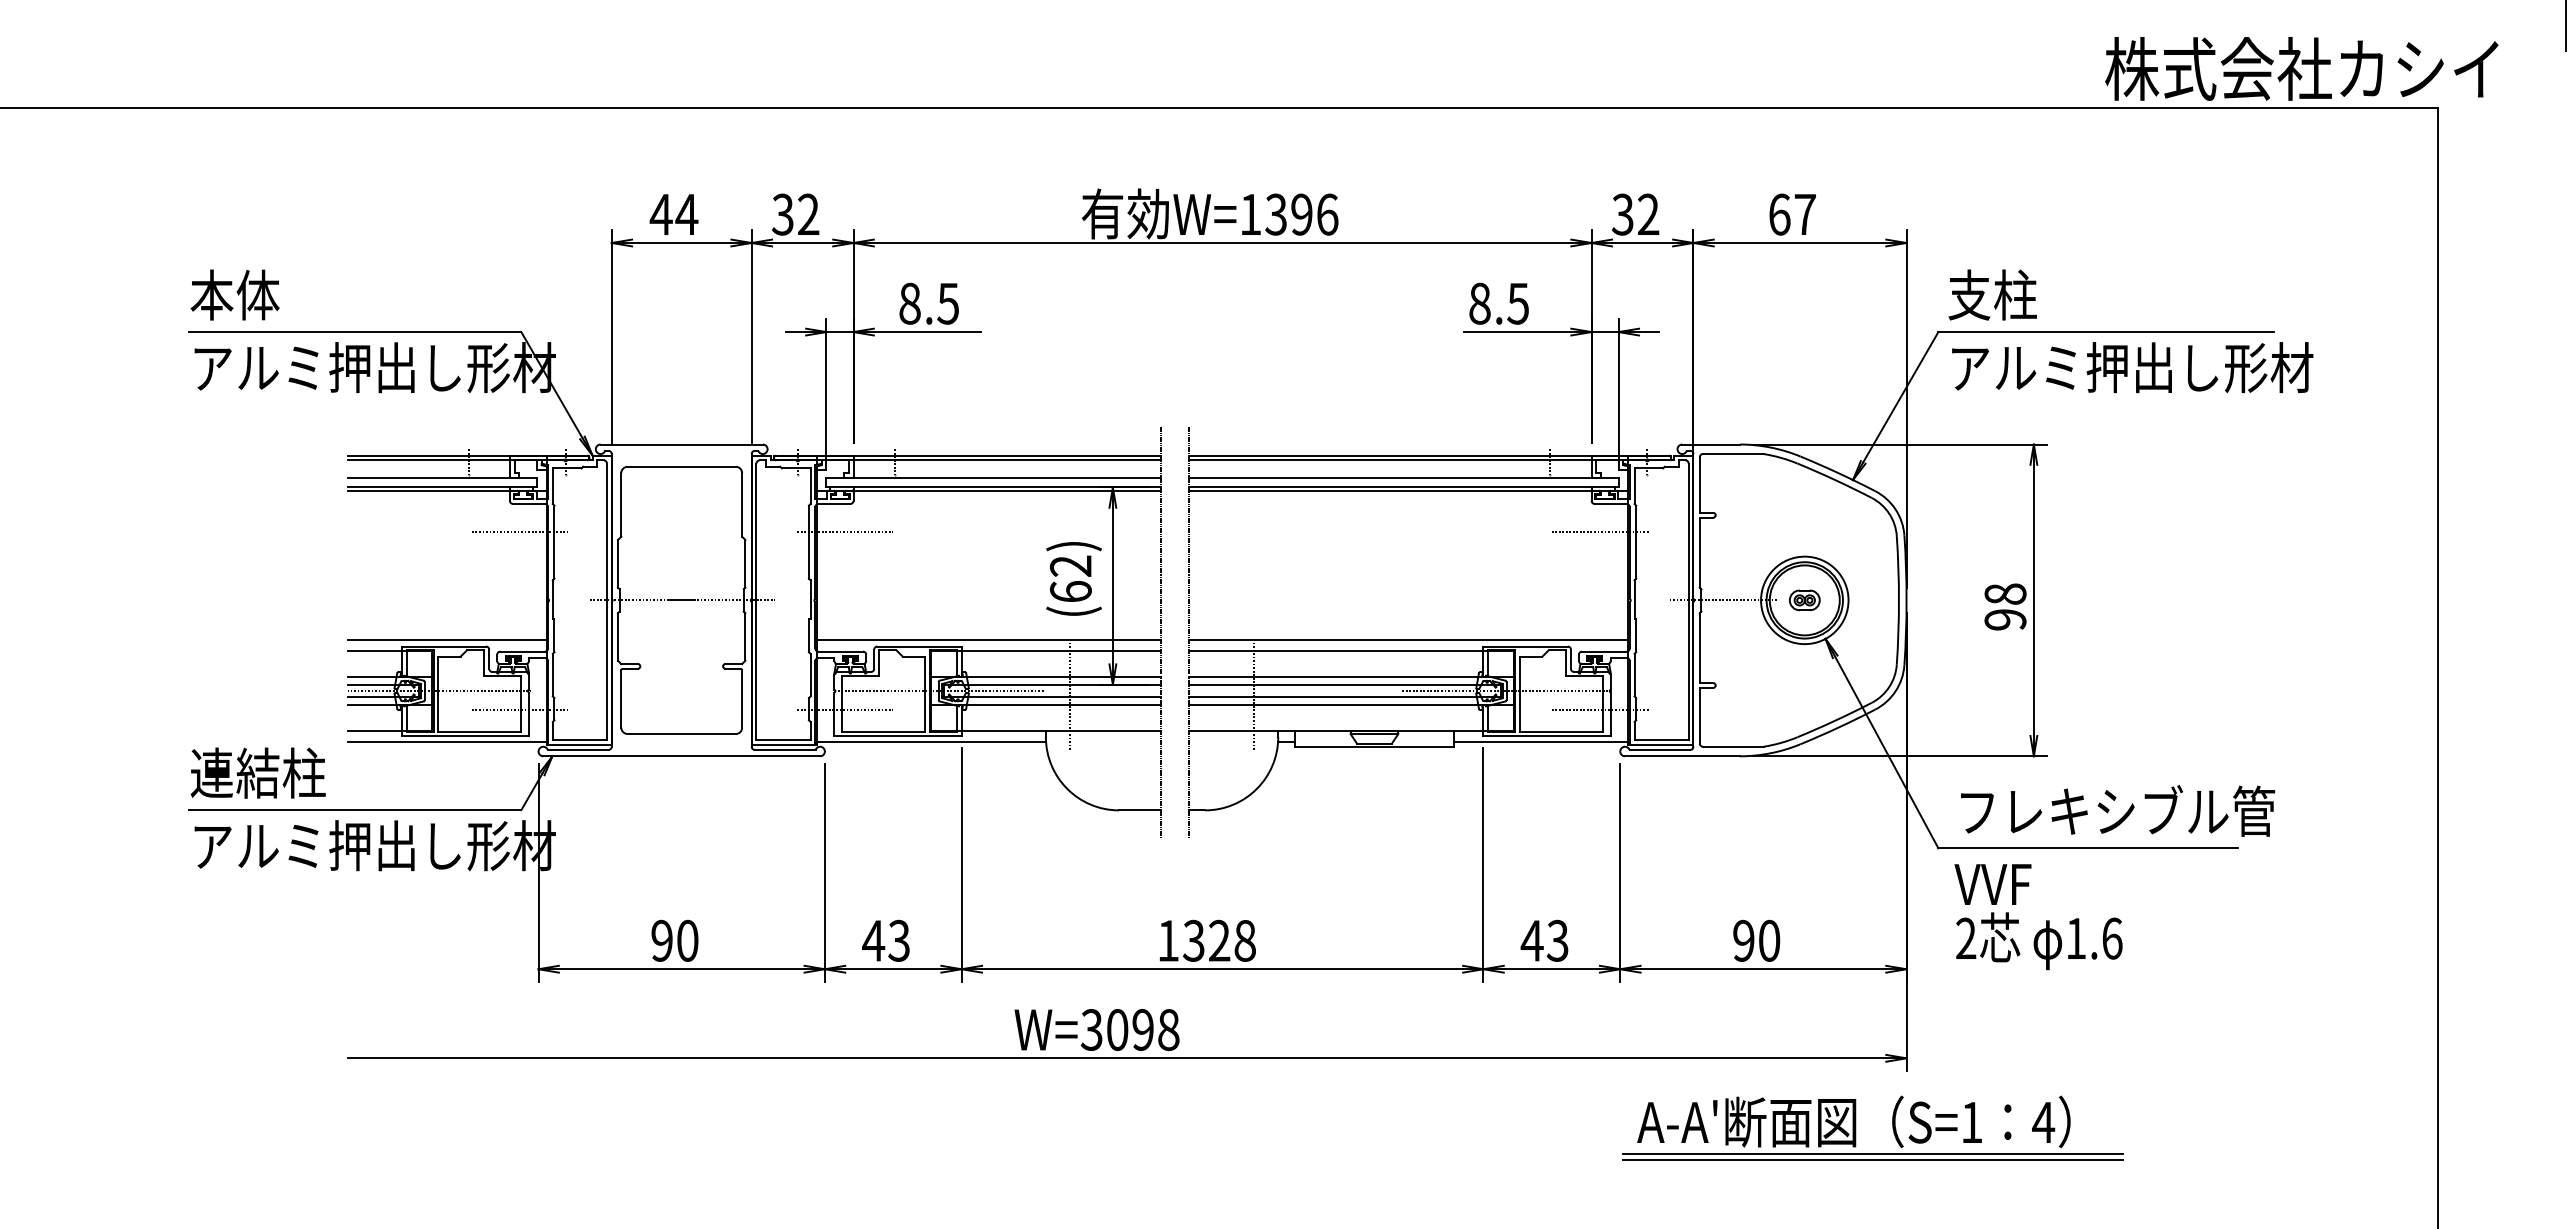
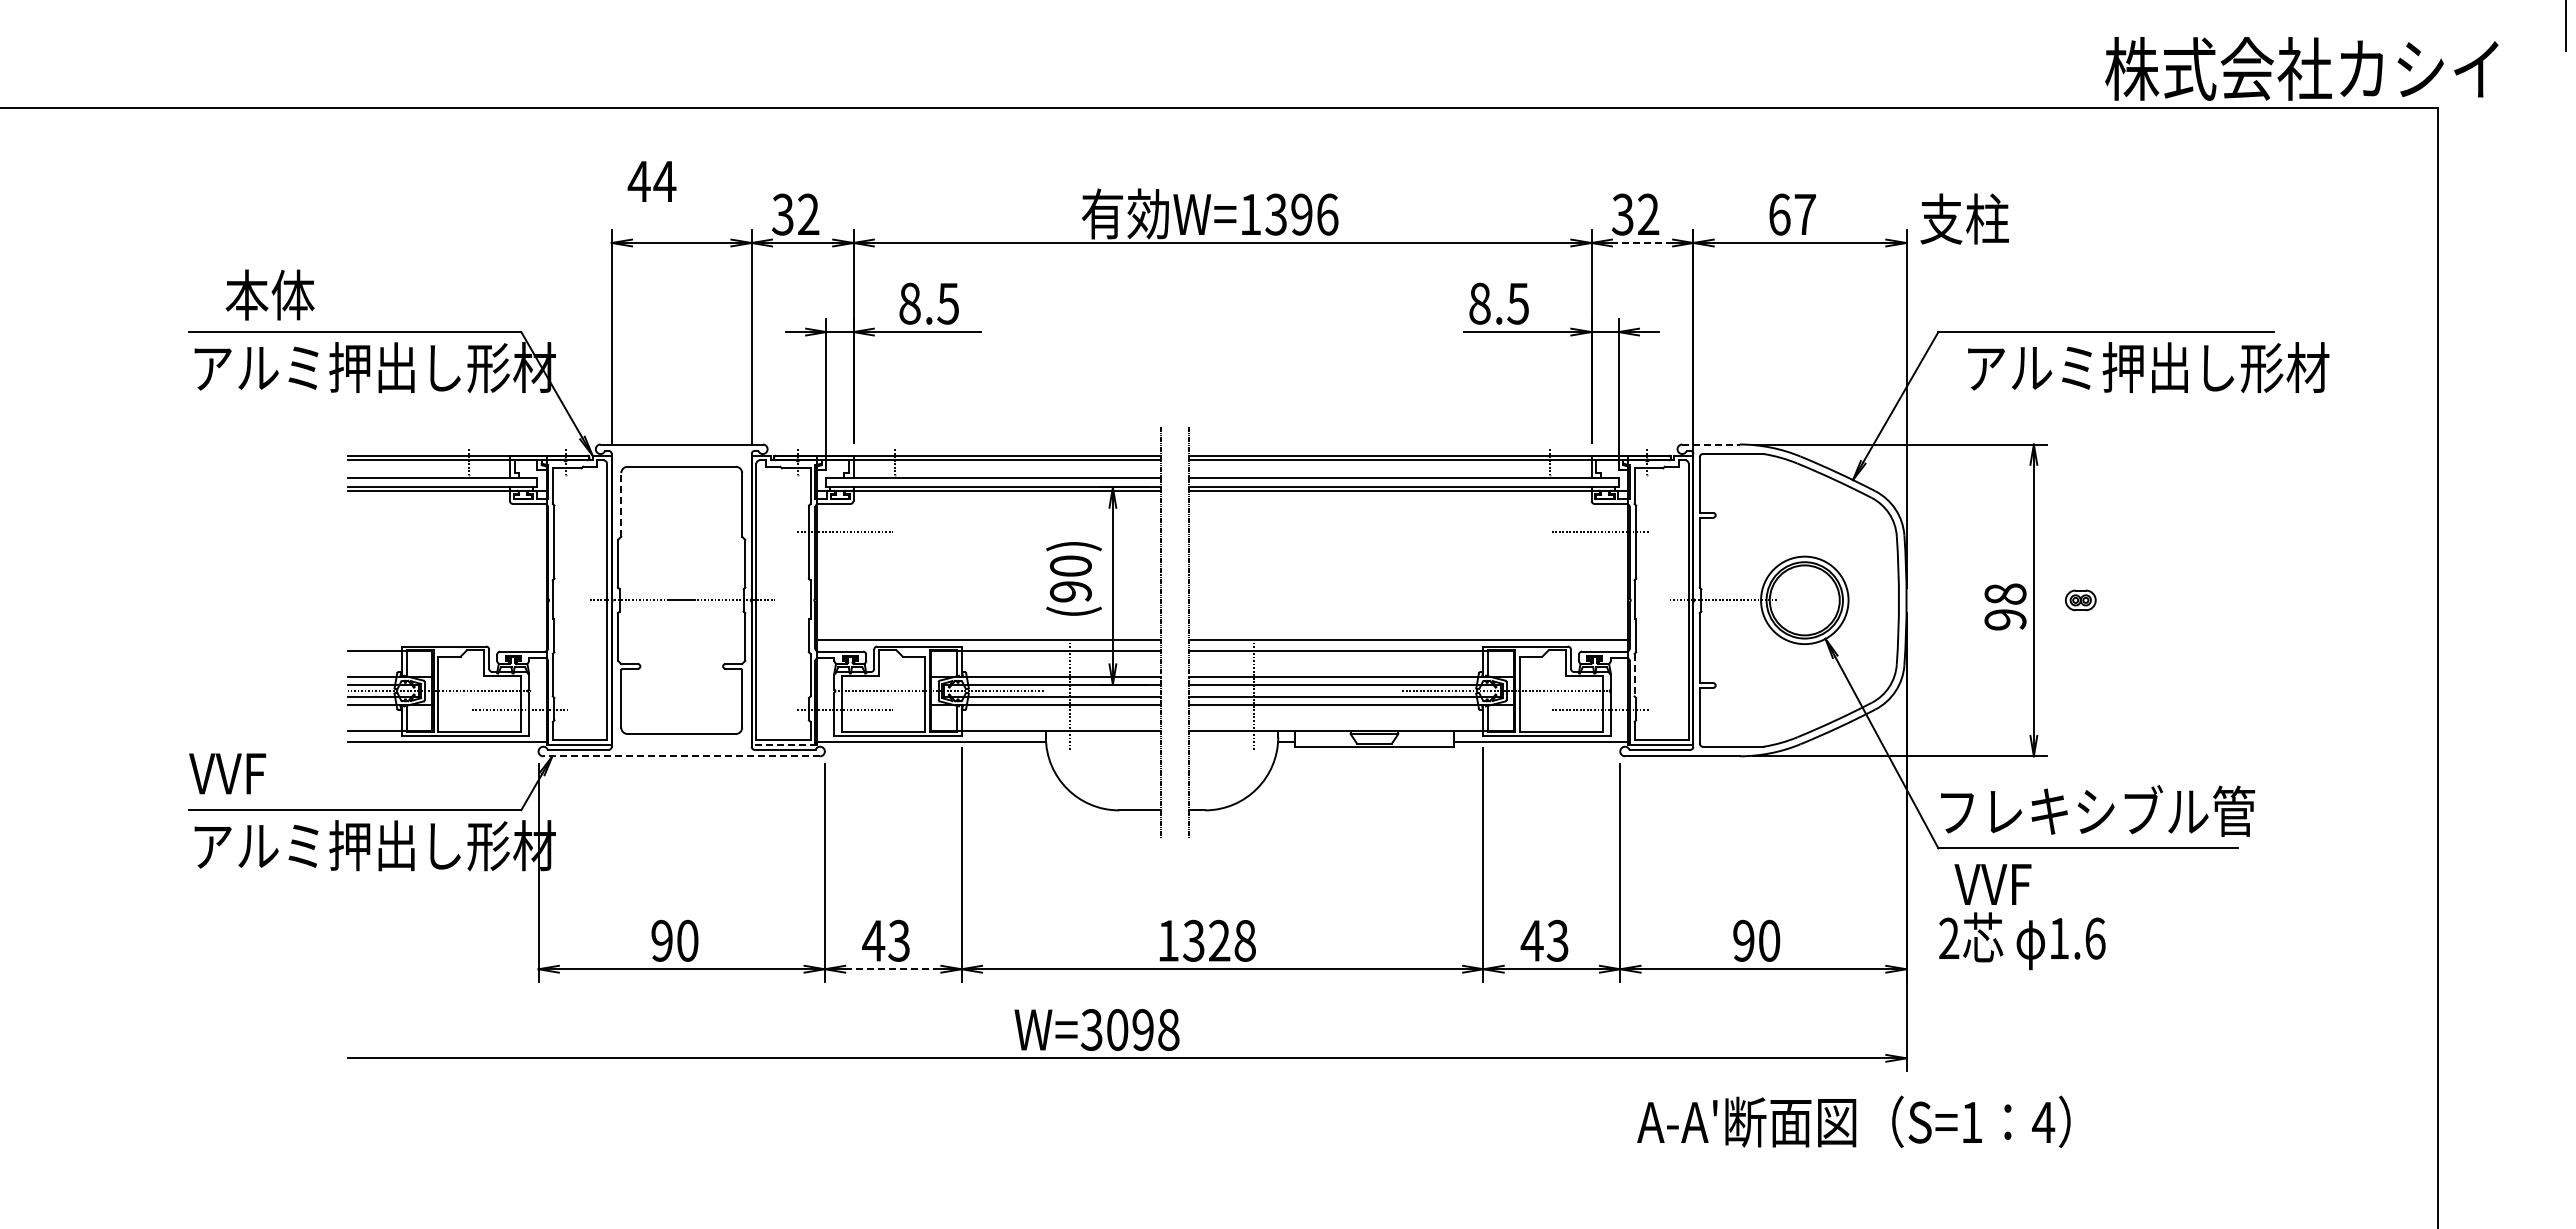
text at (673, 214) position: (673, 214) -> (651, 181)
line at (1642, 242): solid -> dashed
text at (234, 294) position: (234, 294) -> (269, 294)
text at (1992, 294) position: (1992, 294) -> (1964, 218)
text at (2132, 367) position: (2132, 367) -> (2148, 367)
line at (1711, 444): solid -> dashed
line at (621, 504): solid -> dashed
line at (518, 532): present -> none
text at (1070, 578): (62) -> (90)
part at (1804, 600) position: (1804, 600) -> (2080, 600)
line at (446, 640): present -> none
line at (1634, 675): solid -> dashed
line at (784, 745): solid -> dashed
line at (681, 756): solid -> dashed
text at (257, 772): 連結柱 -> VVF
text at (2118, 810) position: (2118, 810) -> (2098, 810)
text at (2039, 941) position: (2039, 941) -> (2022, 941)
line at (893, 969): solid -> dashed
line at (1872, 1153): present -> none
line at (1872, 1160): present -> none
